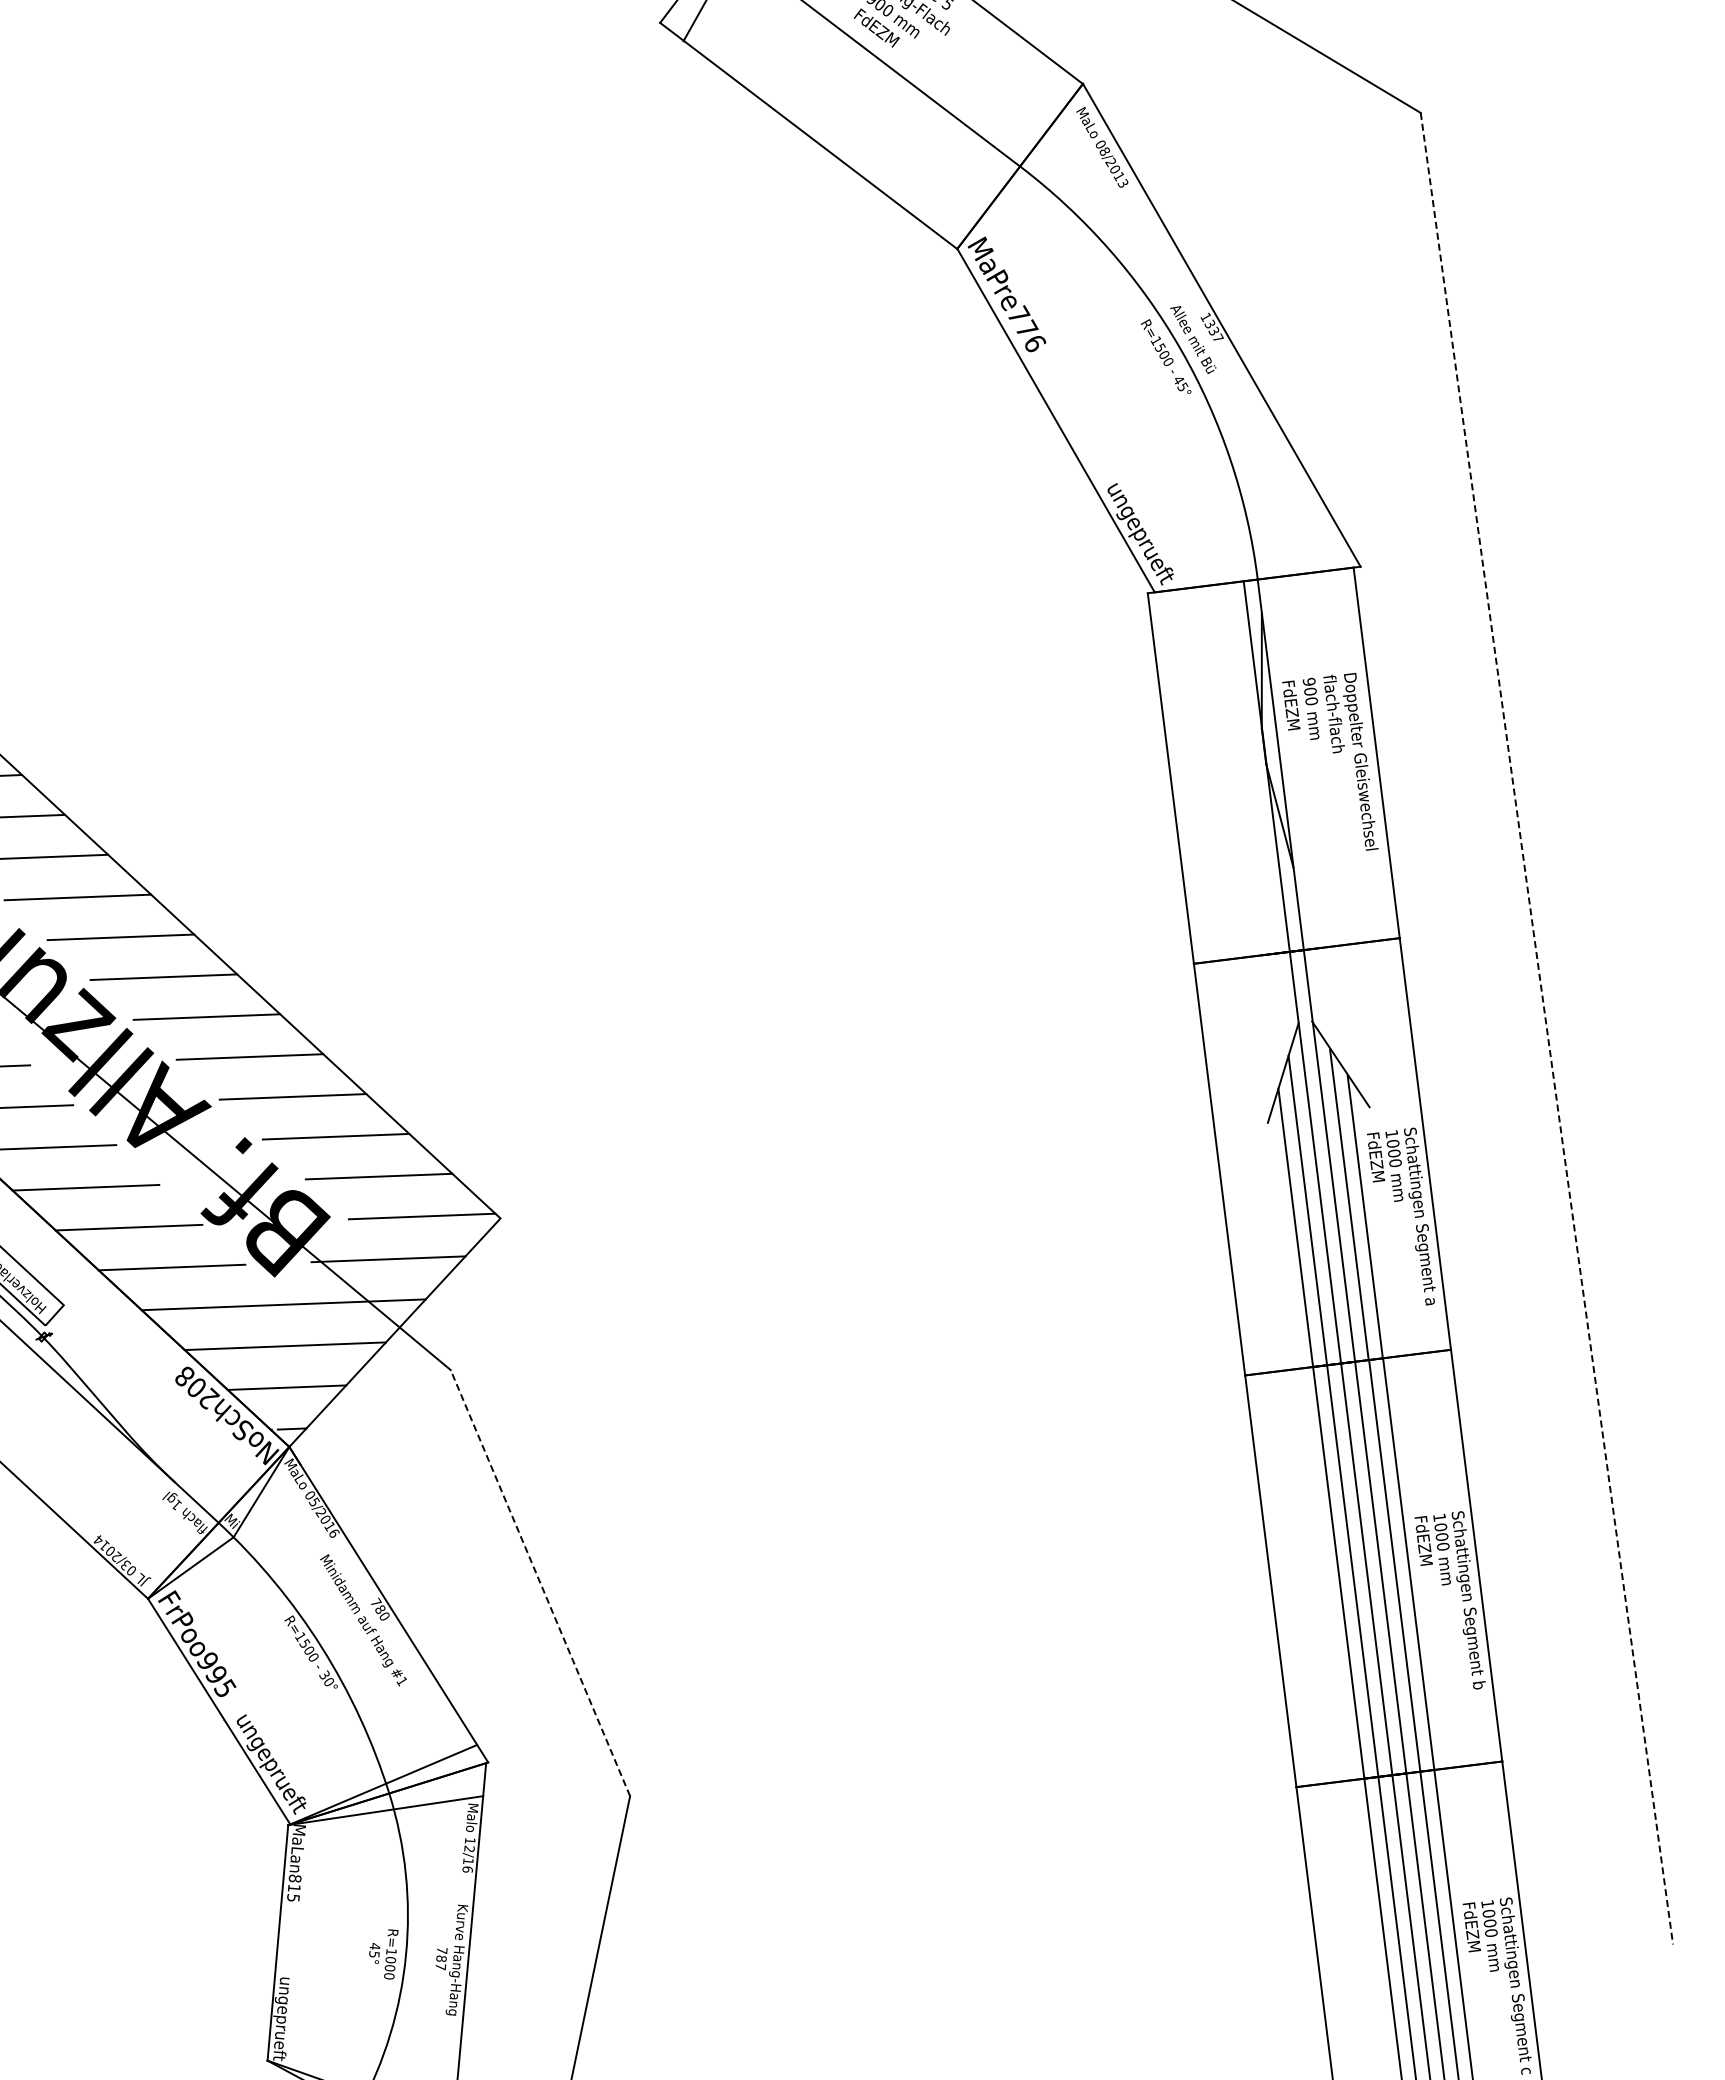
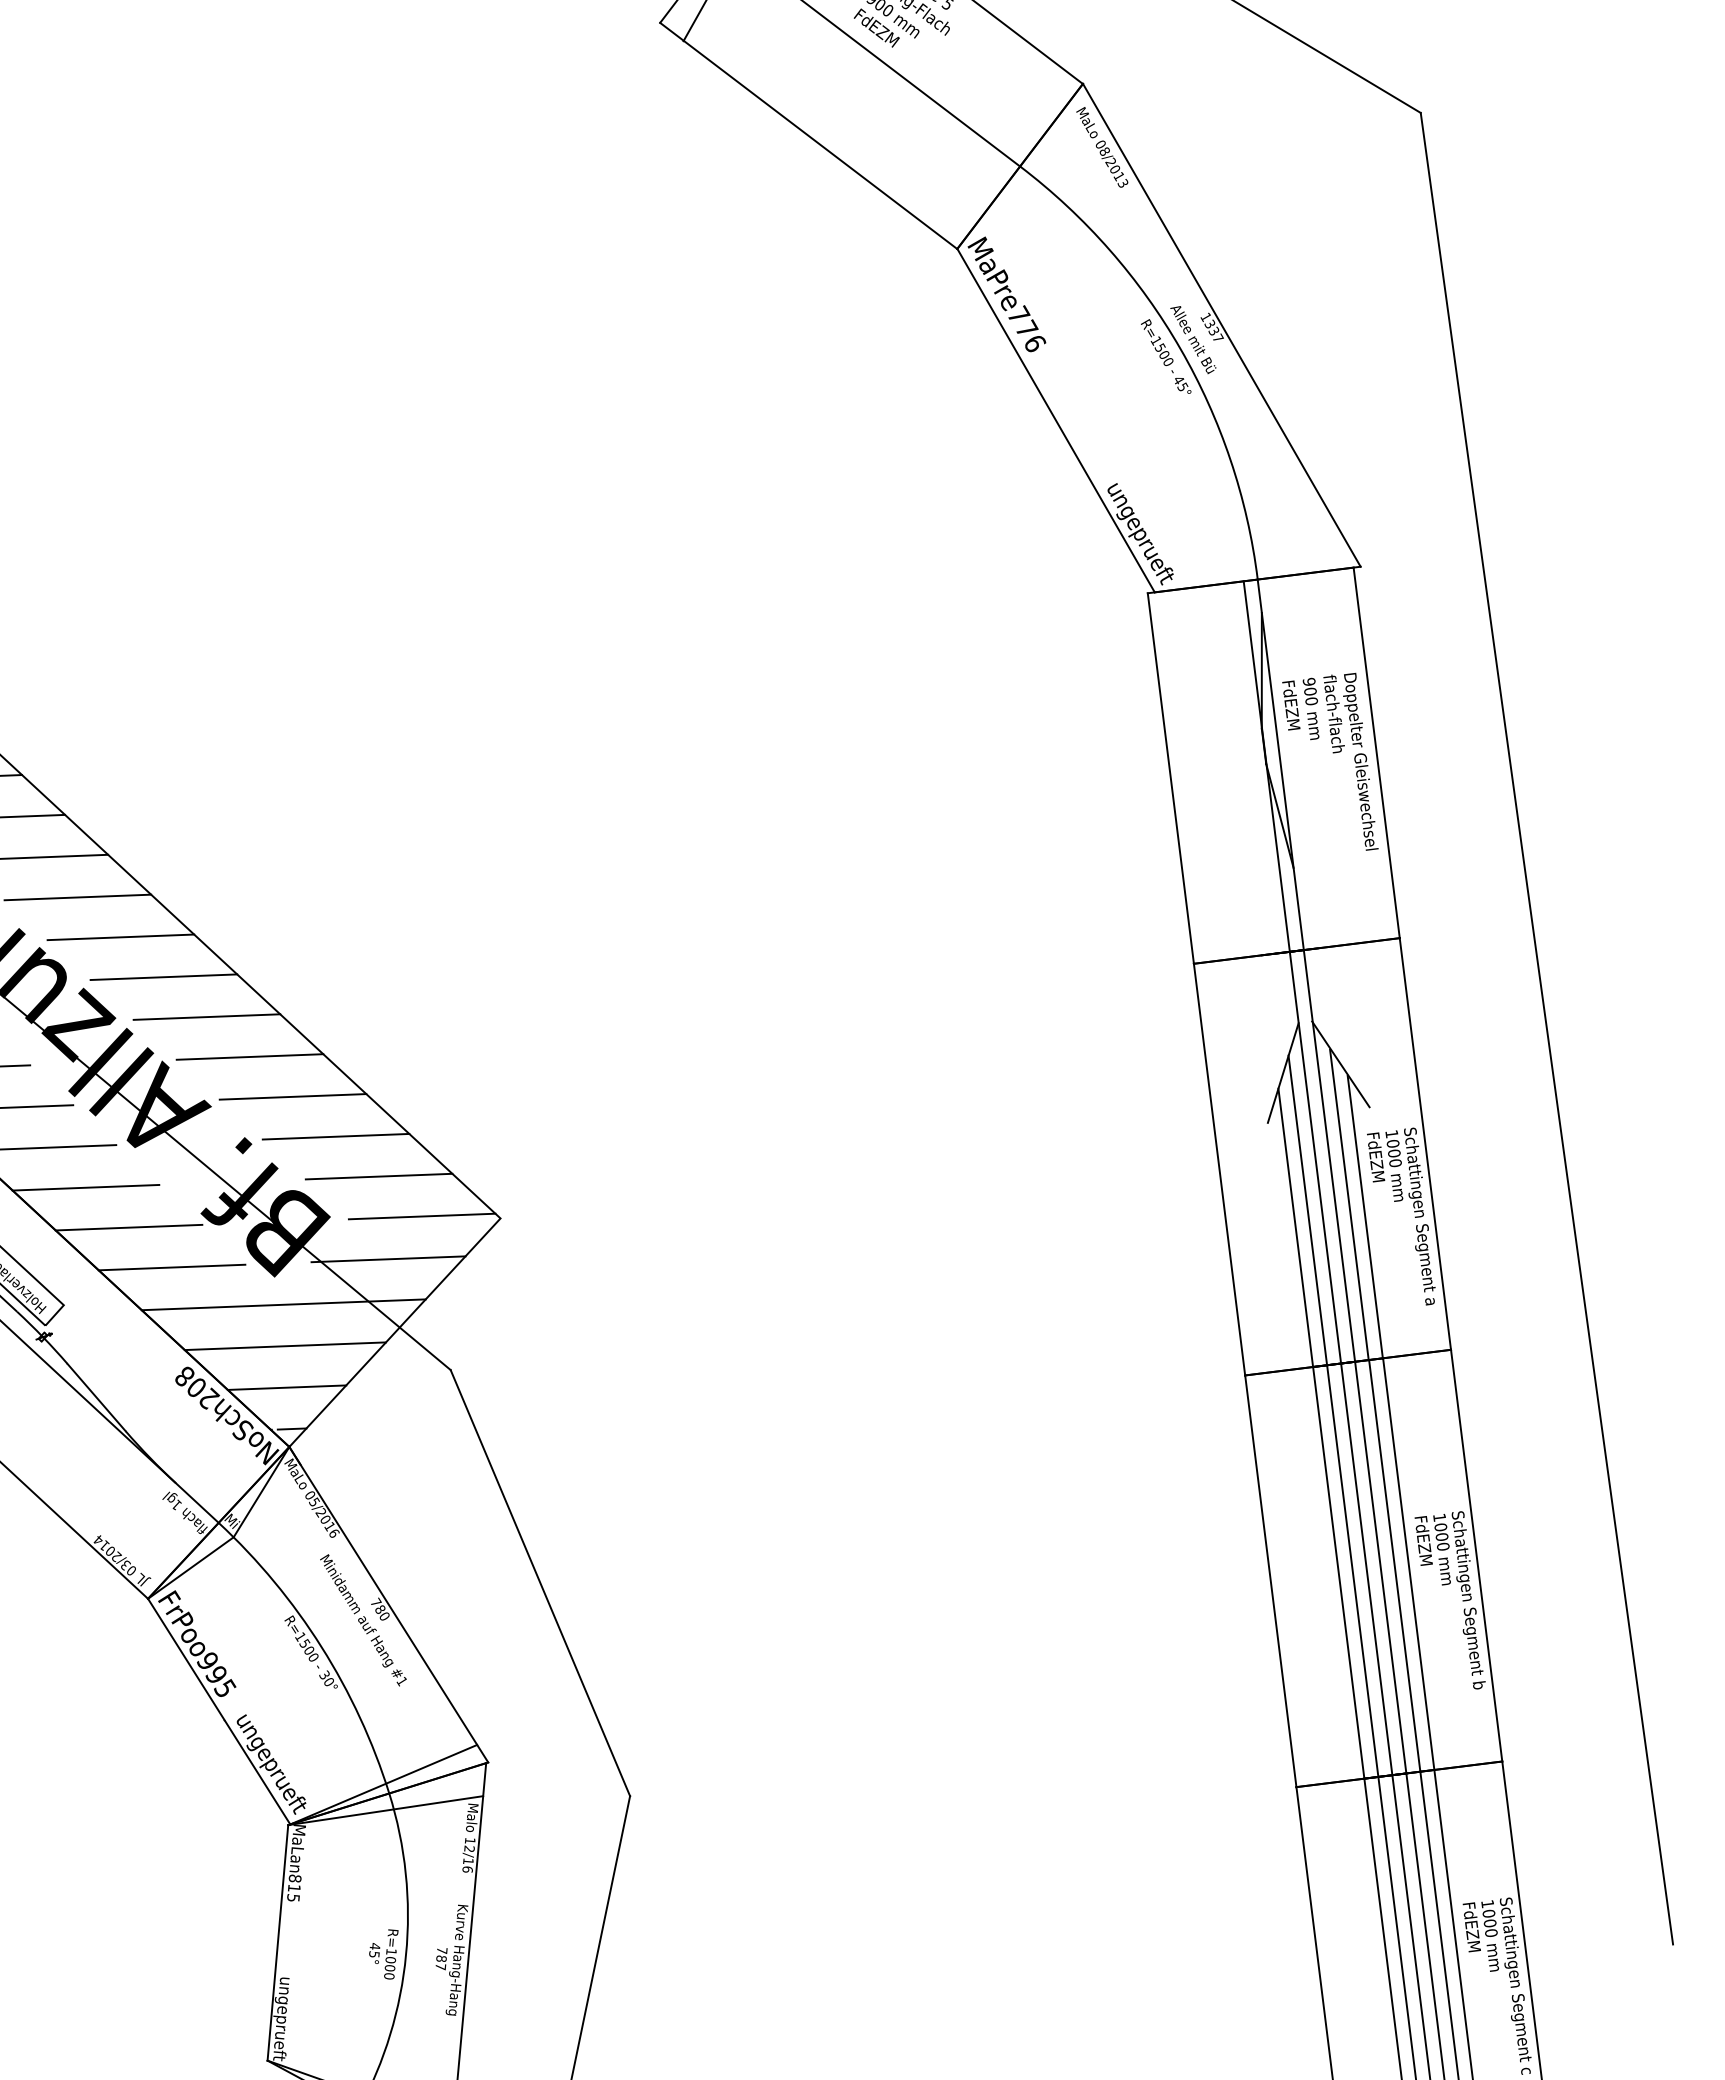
line at (1546, 1029): dashed -> solid
line at (540, 1582): dashed -> solid
